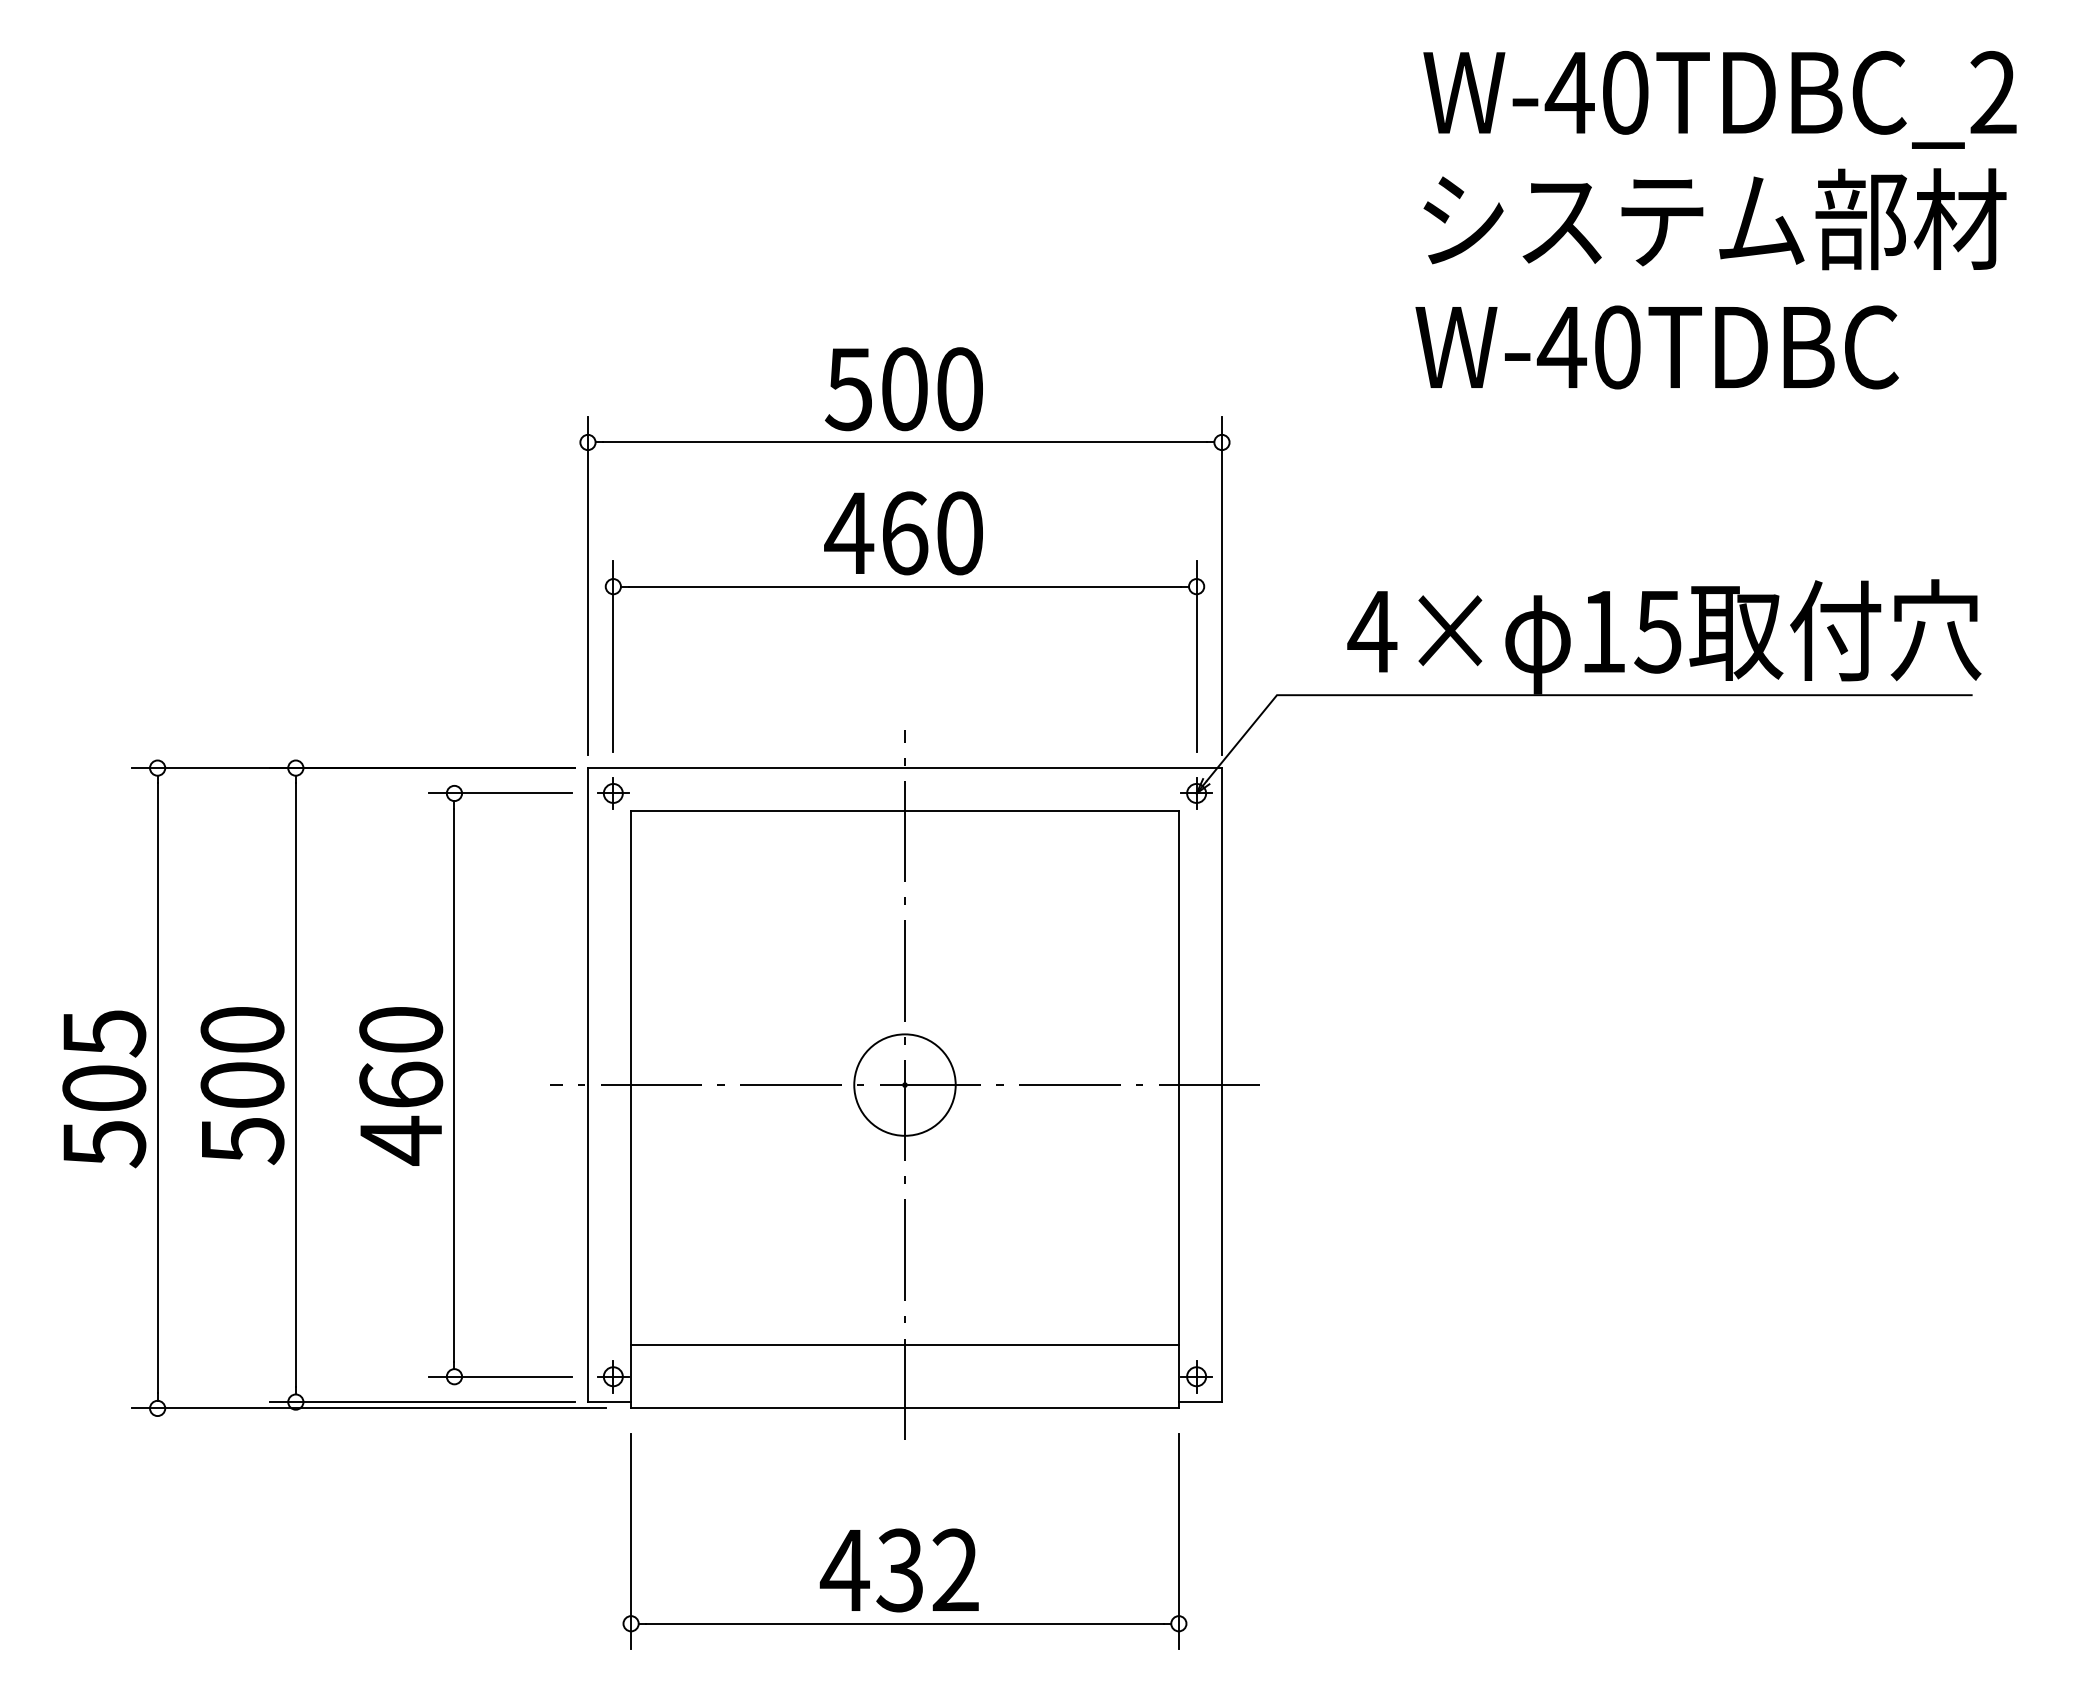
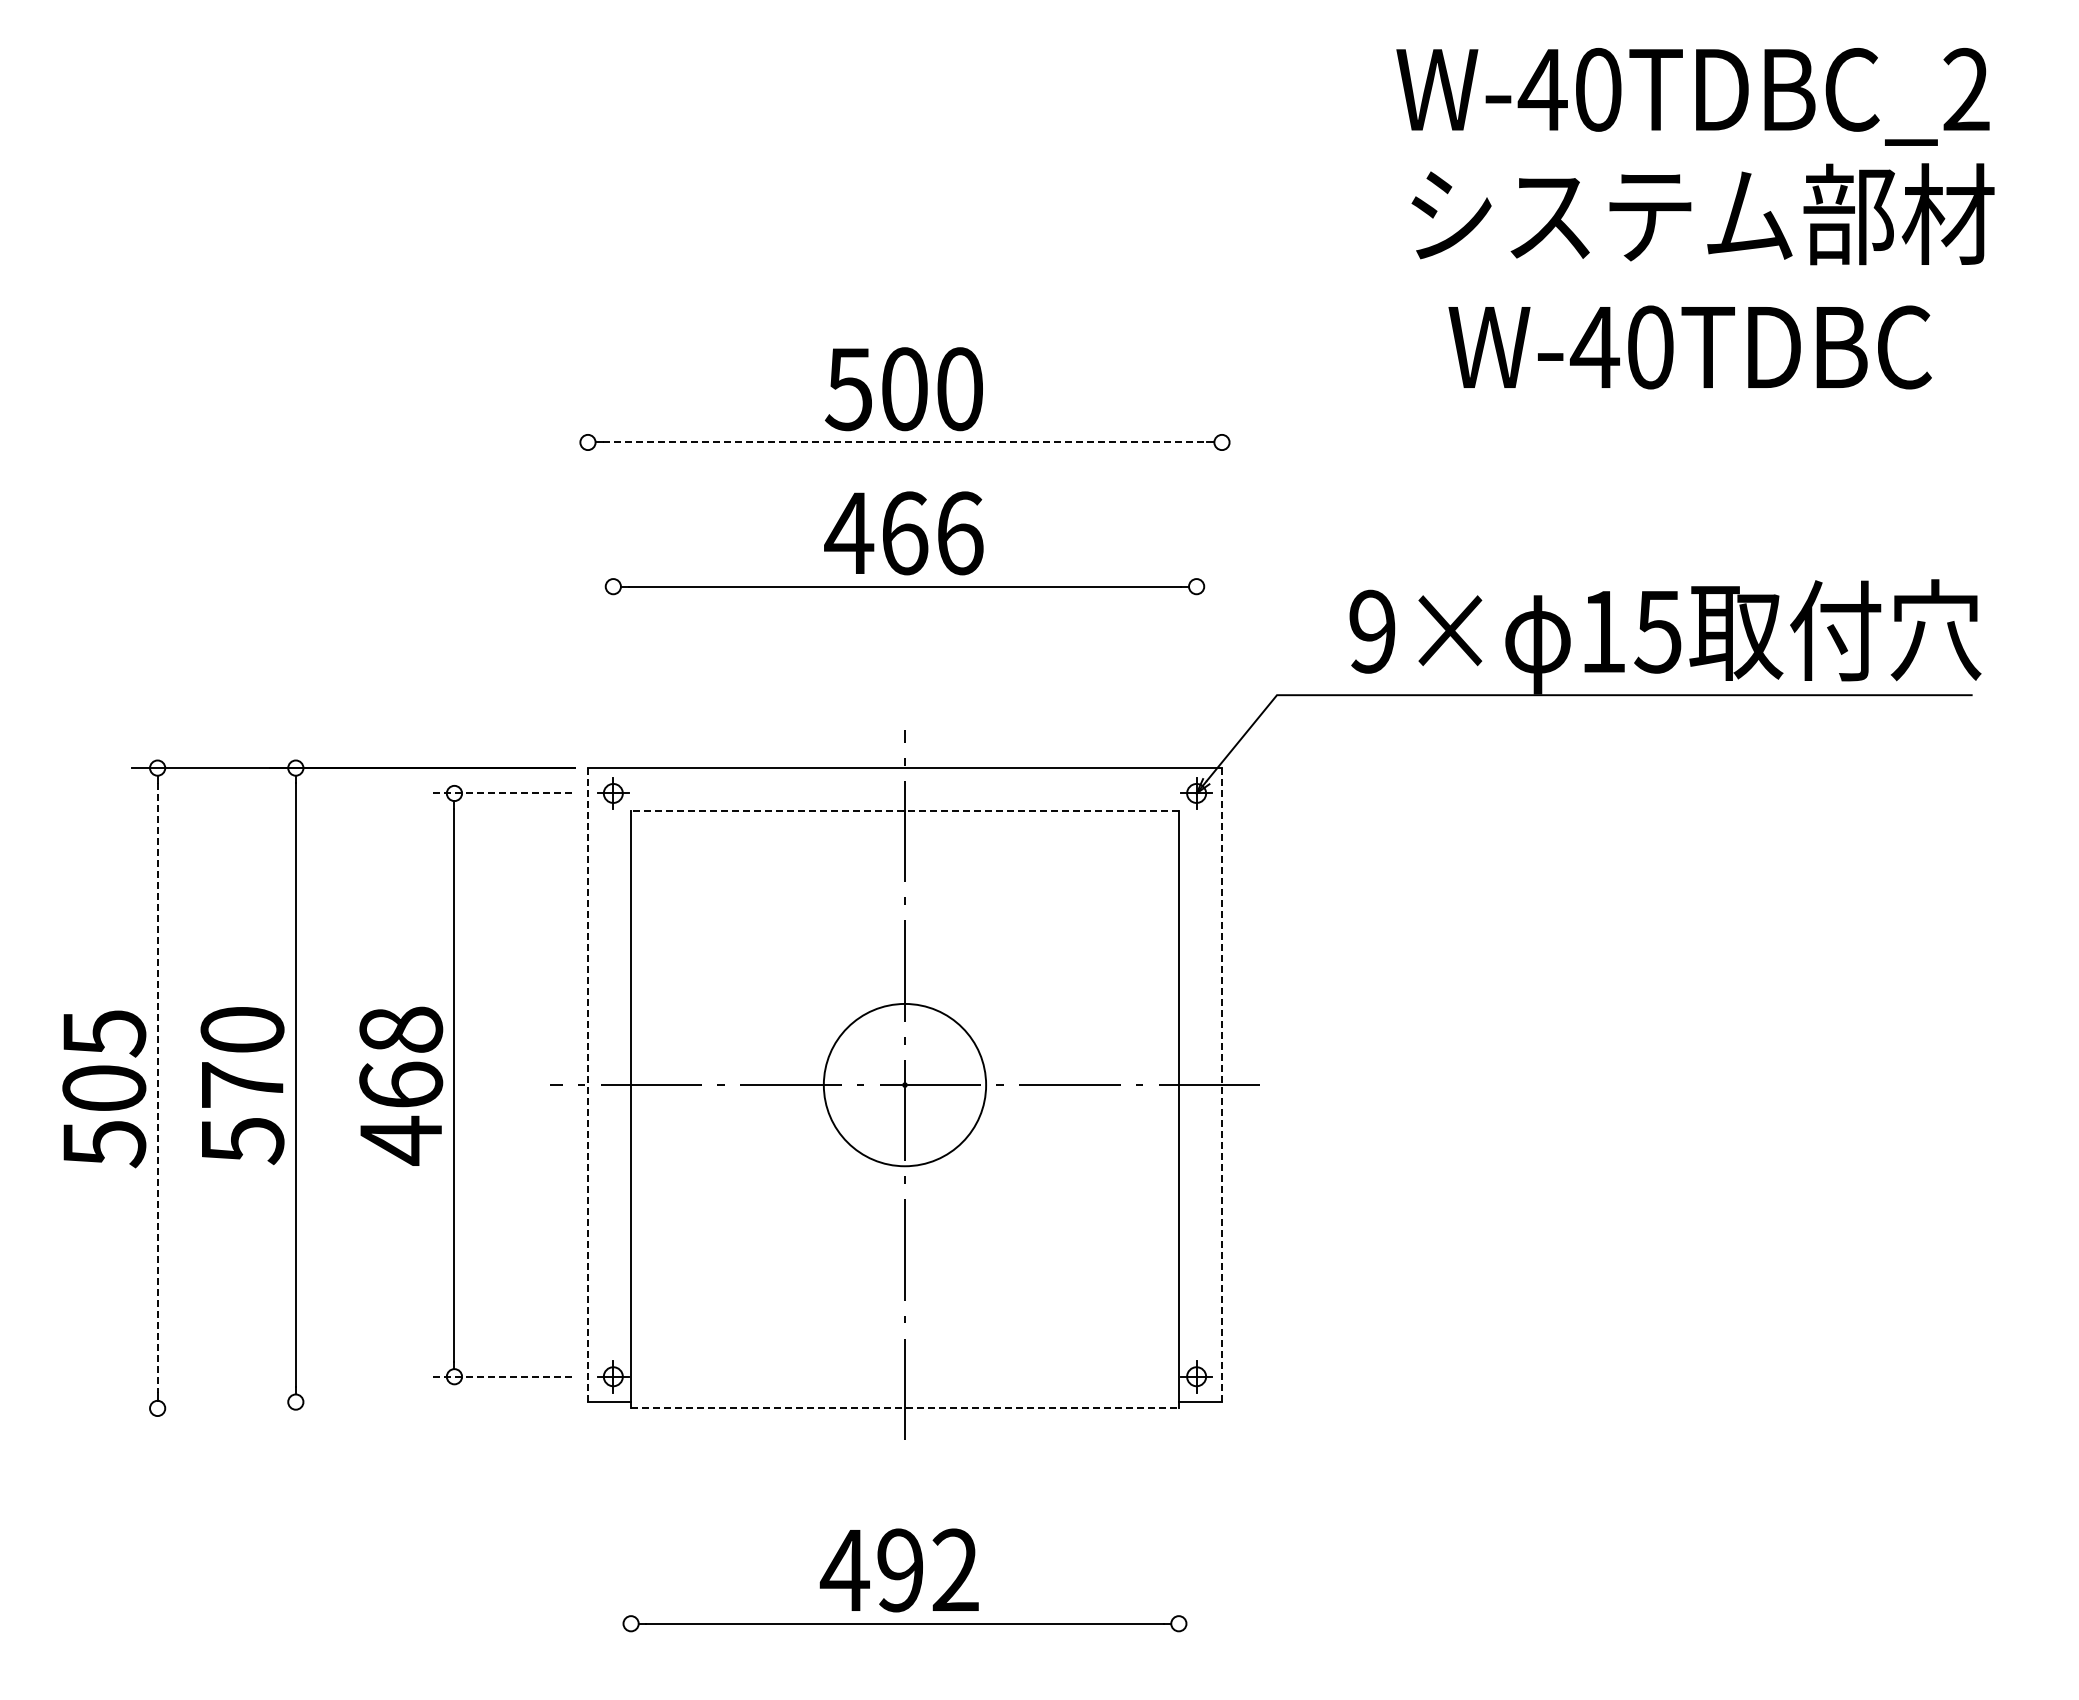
text at (1719, 99) position: (1719, 99) -> (1692, 96)
text at (1714, 219) position: (1714, 219) -> (1702, 214)
text at (1656, 347) position: (1656, 347) -> (1689, 347)
line at (904, 442): solid -> dashed
text at (960, 533): 460 -> 466
line at (587, 586): present -> none
line at (1221, 586): present -> none
text at (1372, 631): 4× -> 9×
line at (613, 656): present -> none
line at (1196, 656): present -> none
line at (500, 793): solid -> dashed
line at (904, 811): solid -> dashed
text at (400, 1029): 460 -> 468
text at (242, 1084): 500 -> 570
circle at (904, 1084) diameter: 101 px -> 162 px
line at (587, 1085): solid -> dashed
line at (1221, 1085): solid -> dashed
line at (157, 1088): solid -> dashed
line at (904, 1345): present -> none
line at (500, 1376): solid -> dashed
line at (422, 1402): present -> none
line at (368, 1408): present -> none
line at (904, 1408): solid -> dashed
line at (631, 1541): present -> none
line at (1178, 1541): present -> none
text at (899, 1570): 432 -> 492
